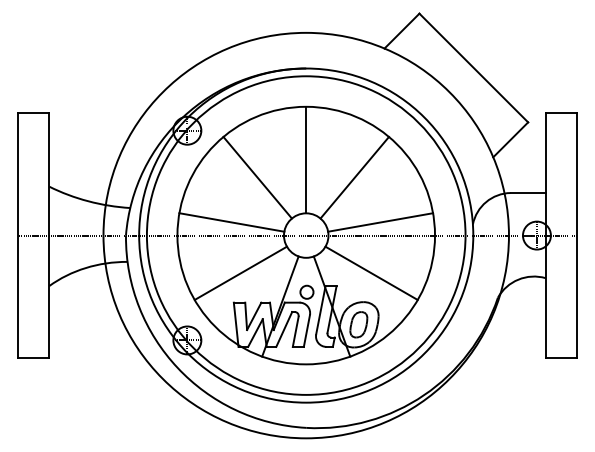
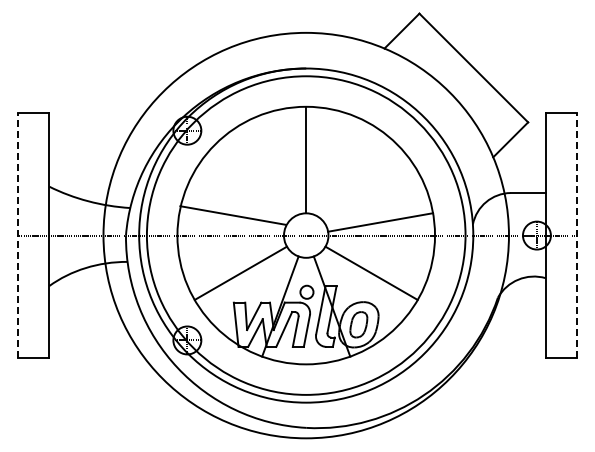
line at (257, 177): present -> none
line at (354, 177): present -> none
line at (231, 222) position: (231, 222) -> (232, 215)
line at (17, 235): solid -> dashed
line at (577, 235): solid -> dashed
